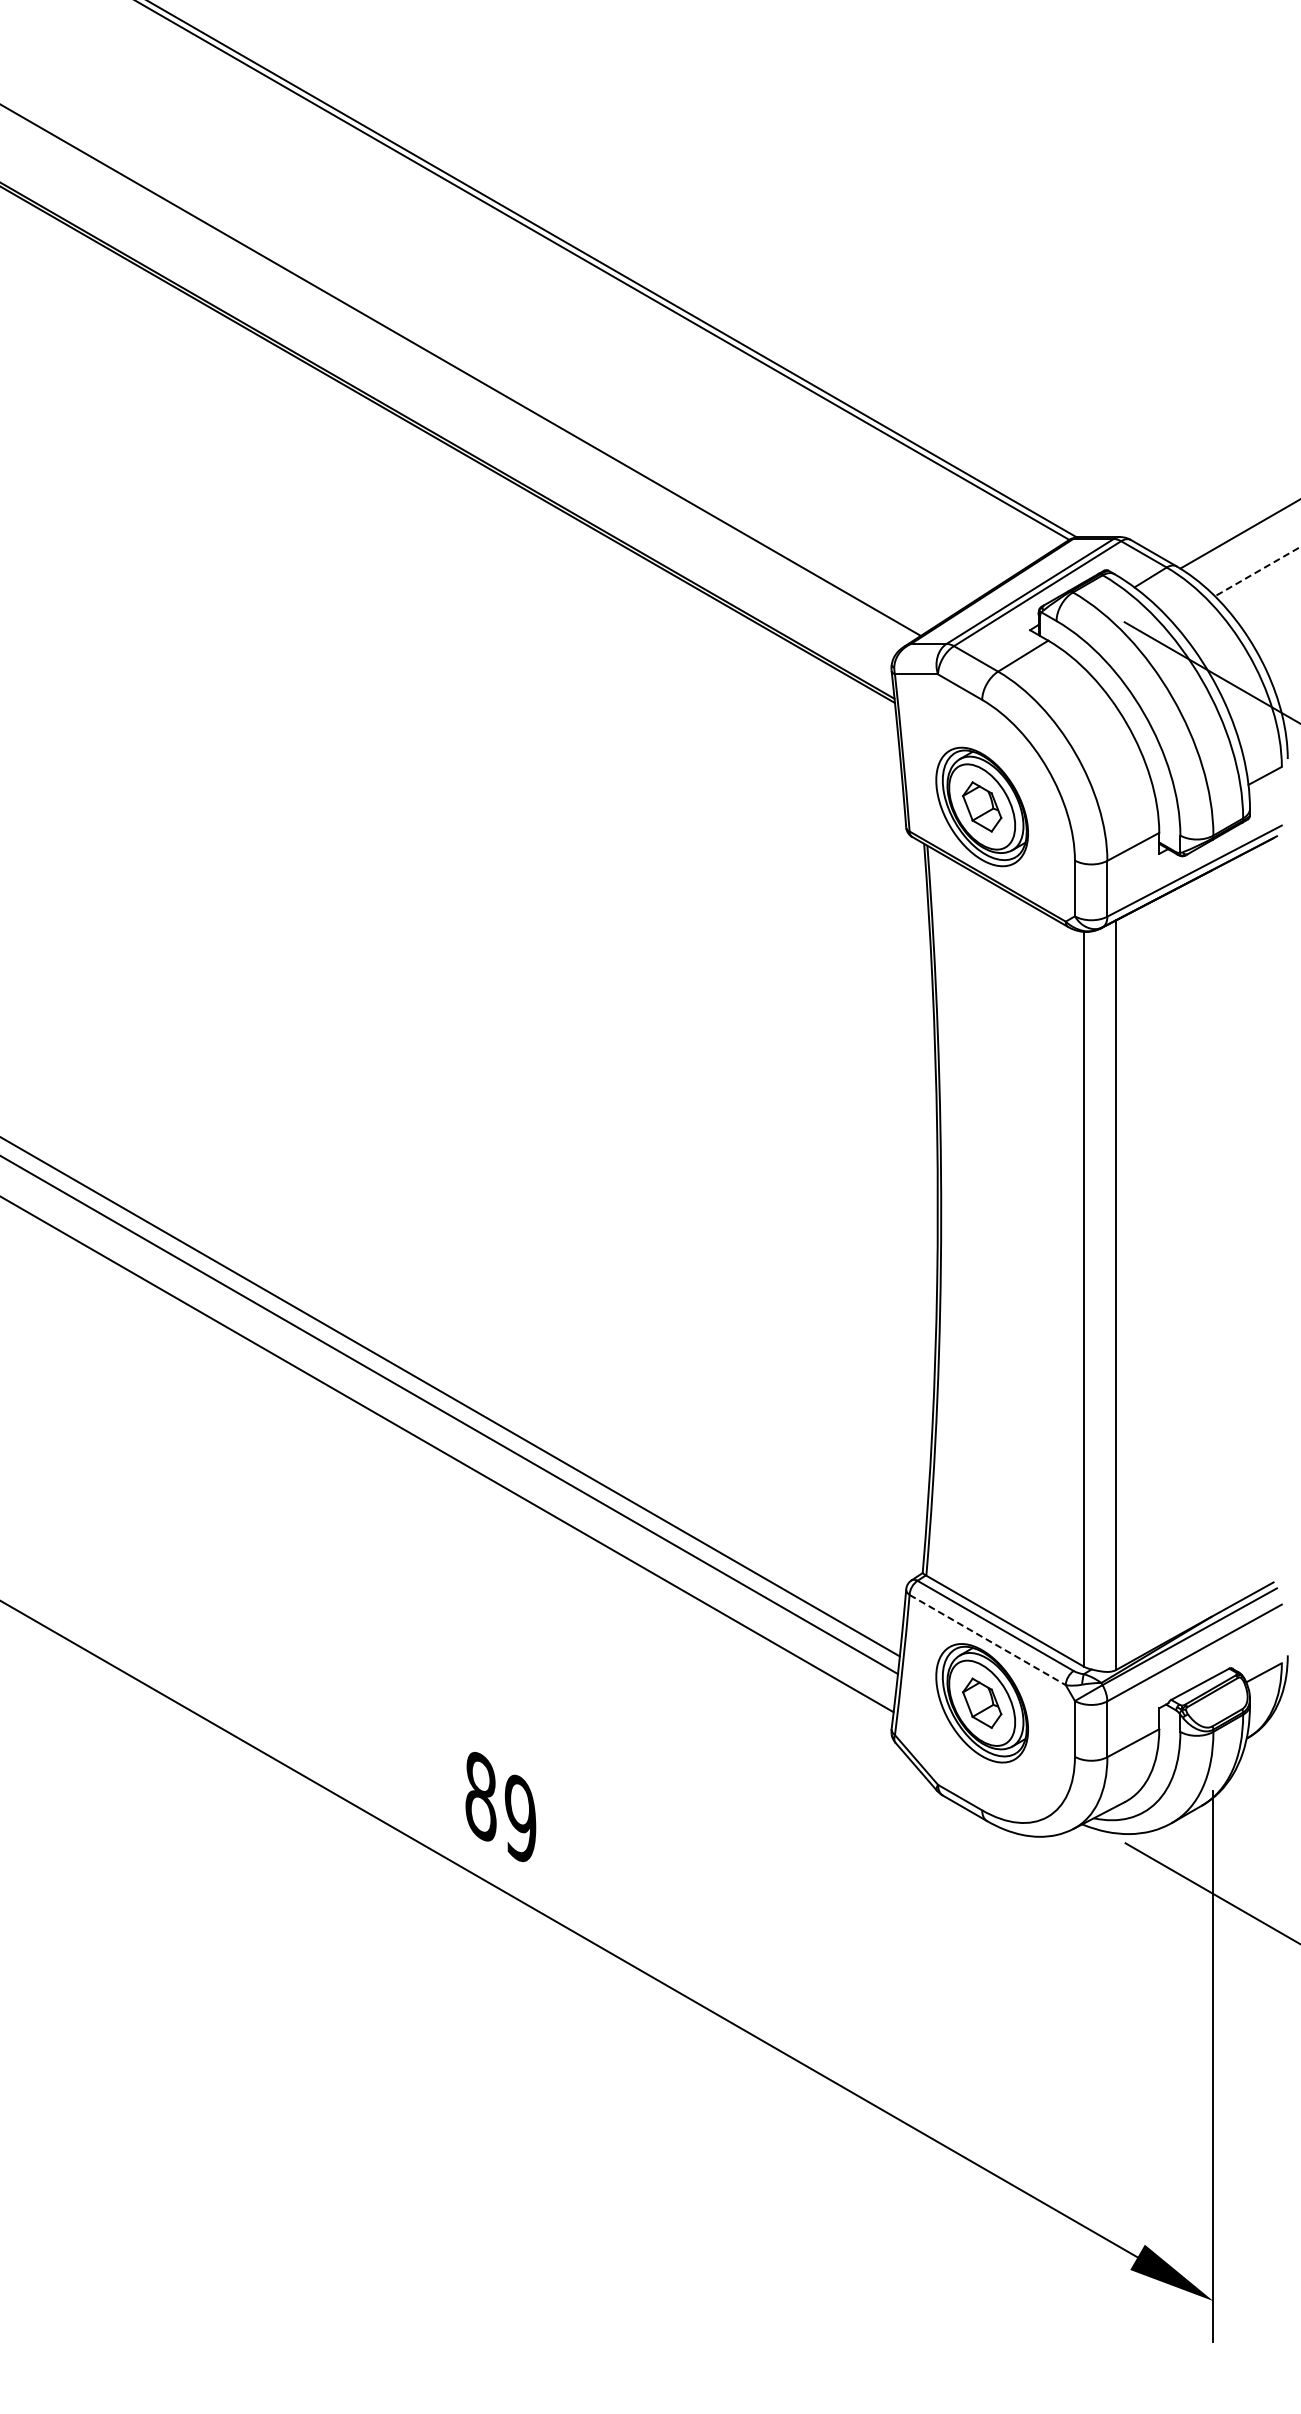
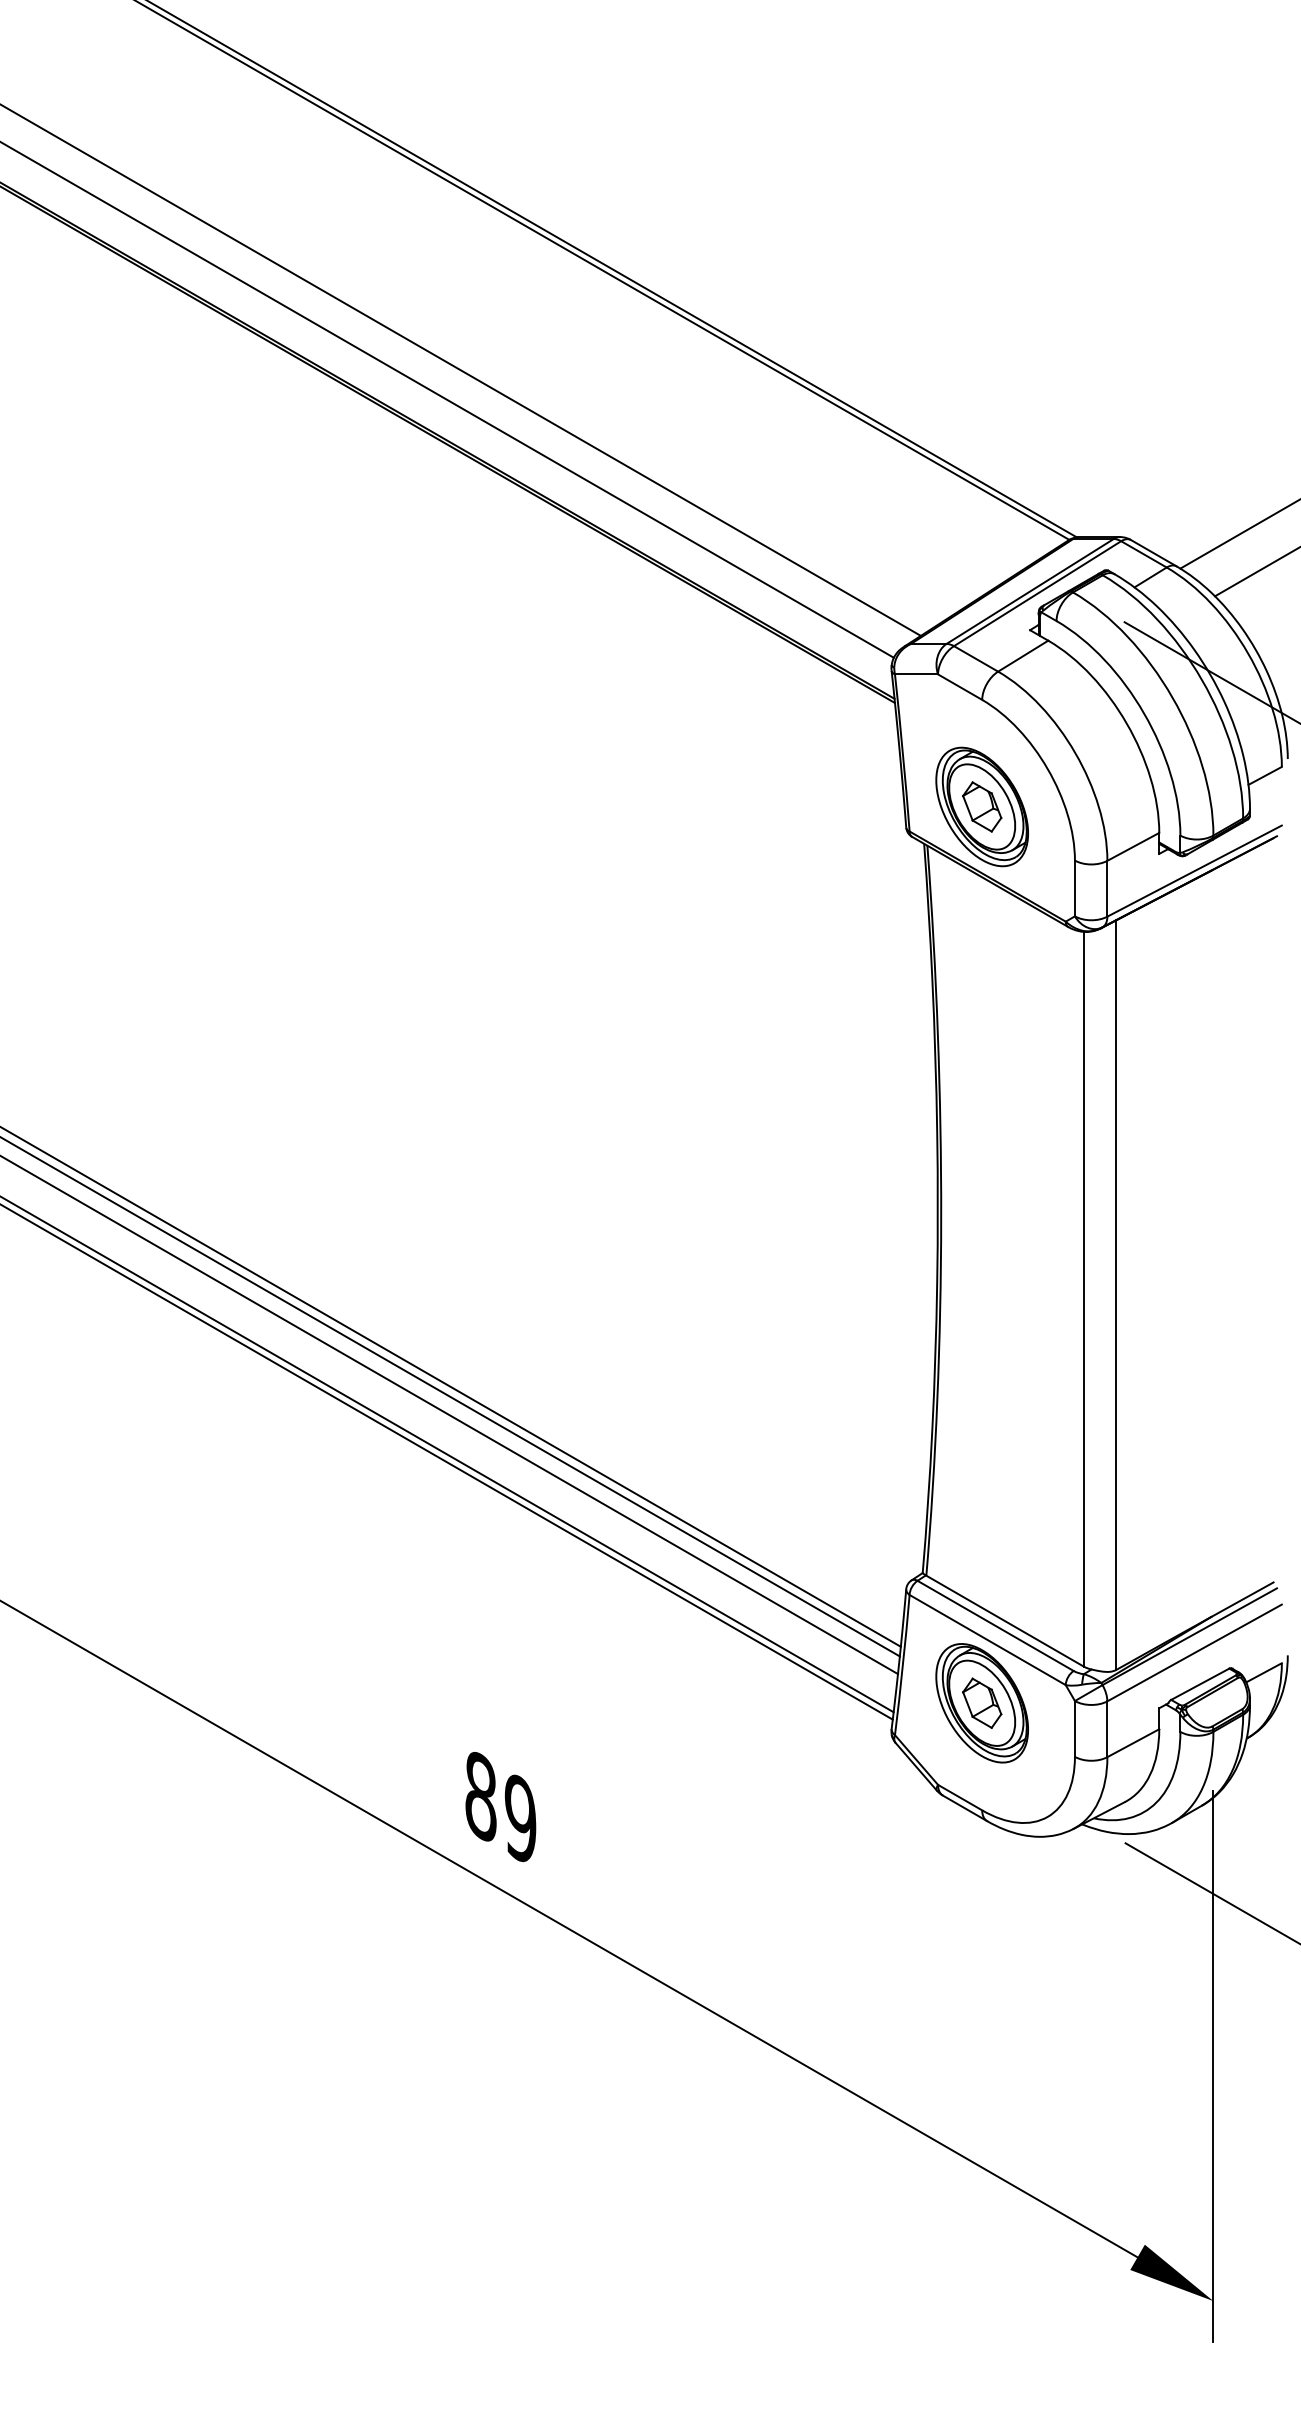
line at (447, 399): none -> present
line at (1257, 571): dashed -> solid
line at (451, 1387): none -> present
line at (447, 1462): none -> present
line at (988, 1640): dashed -> solid
